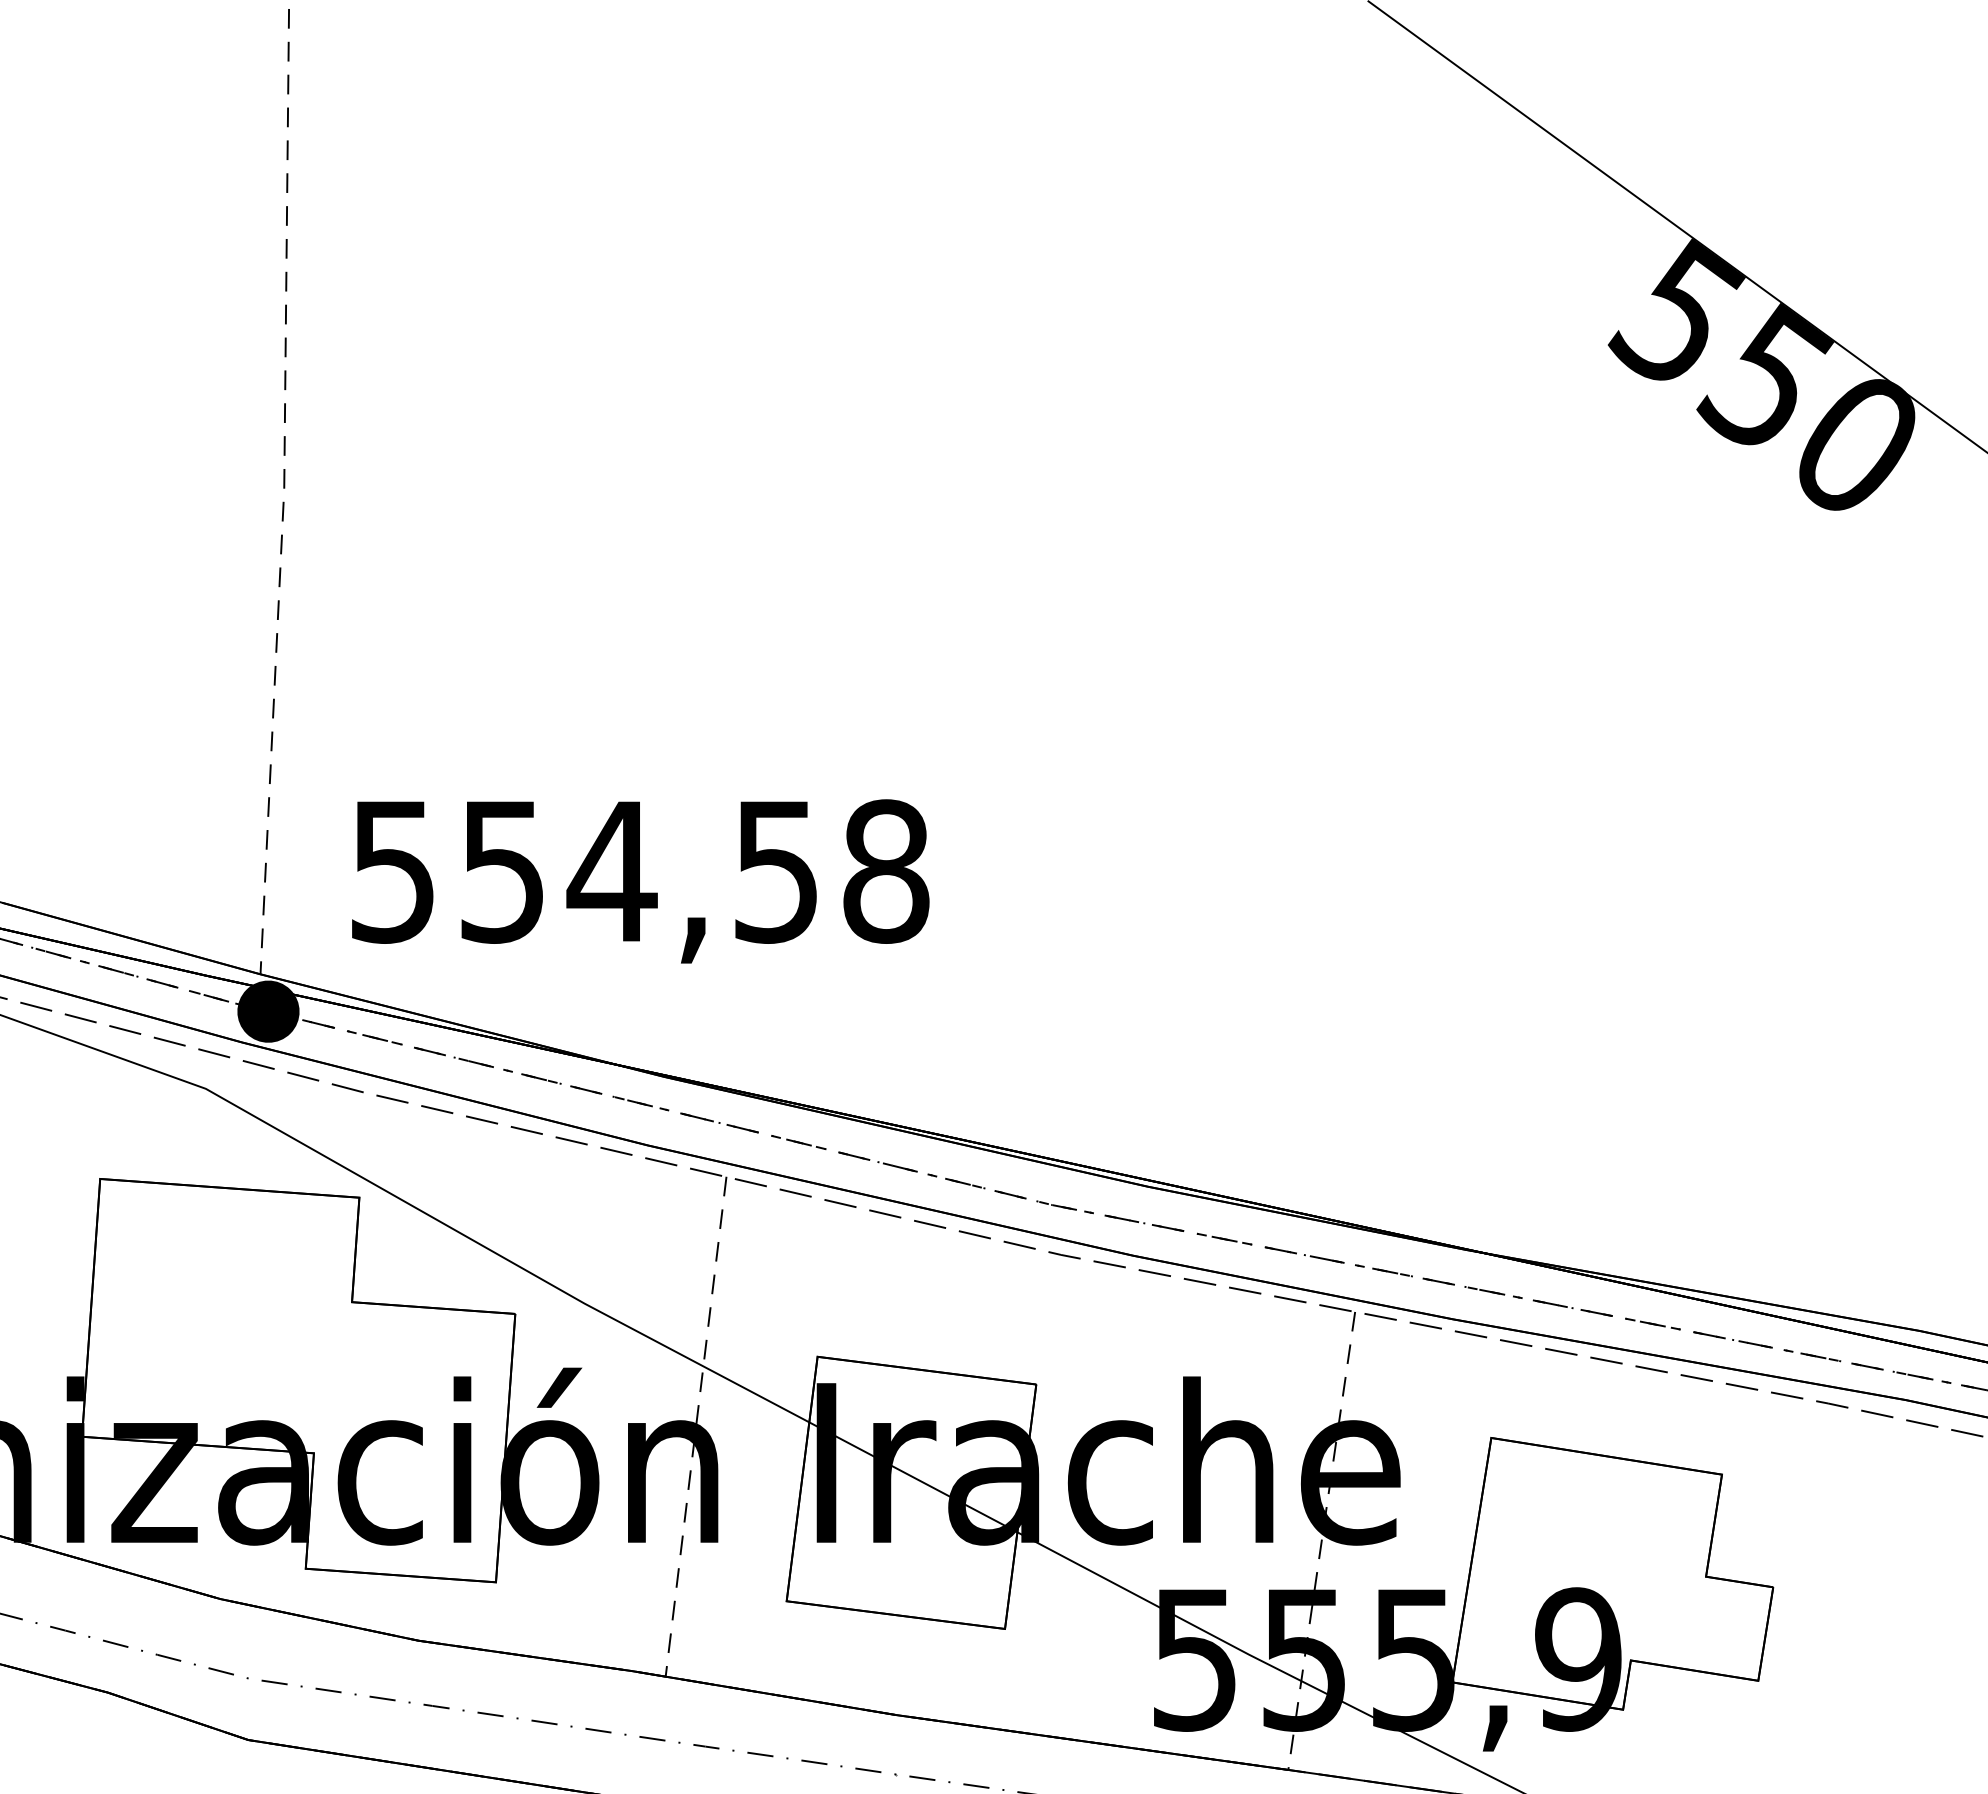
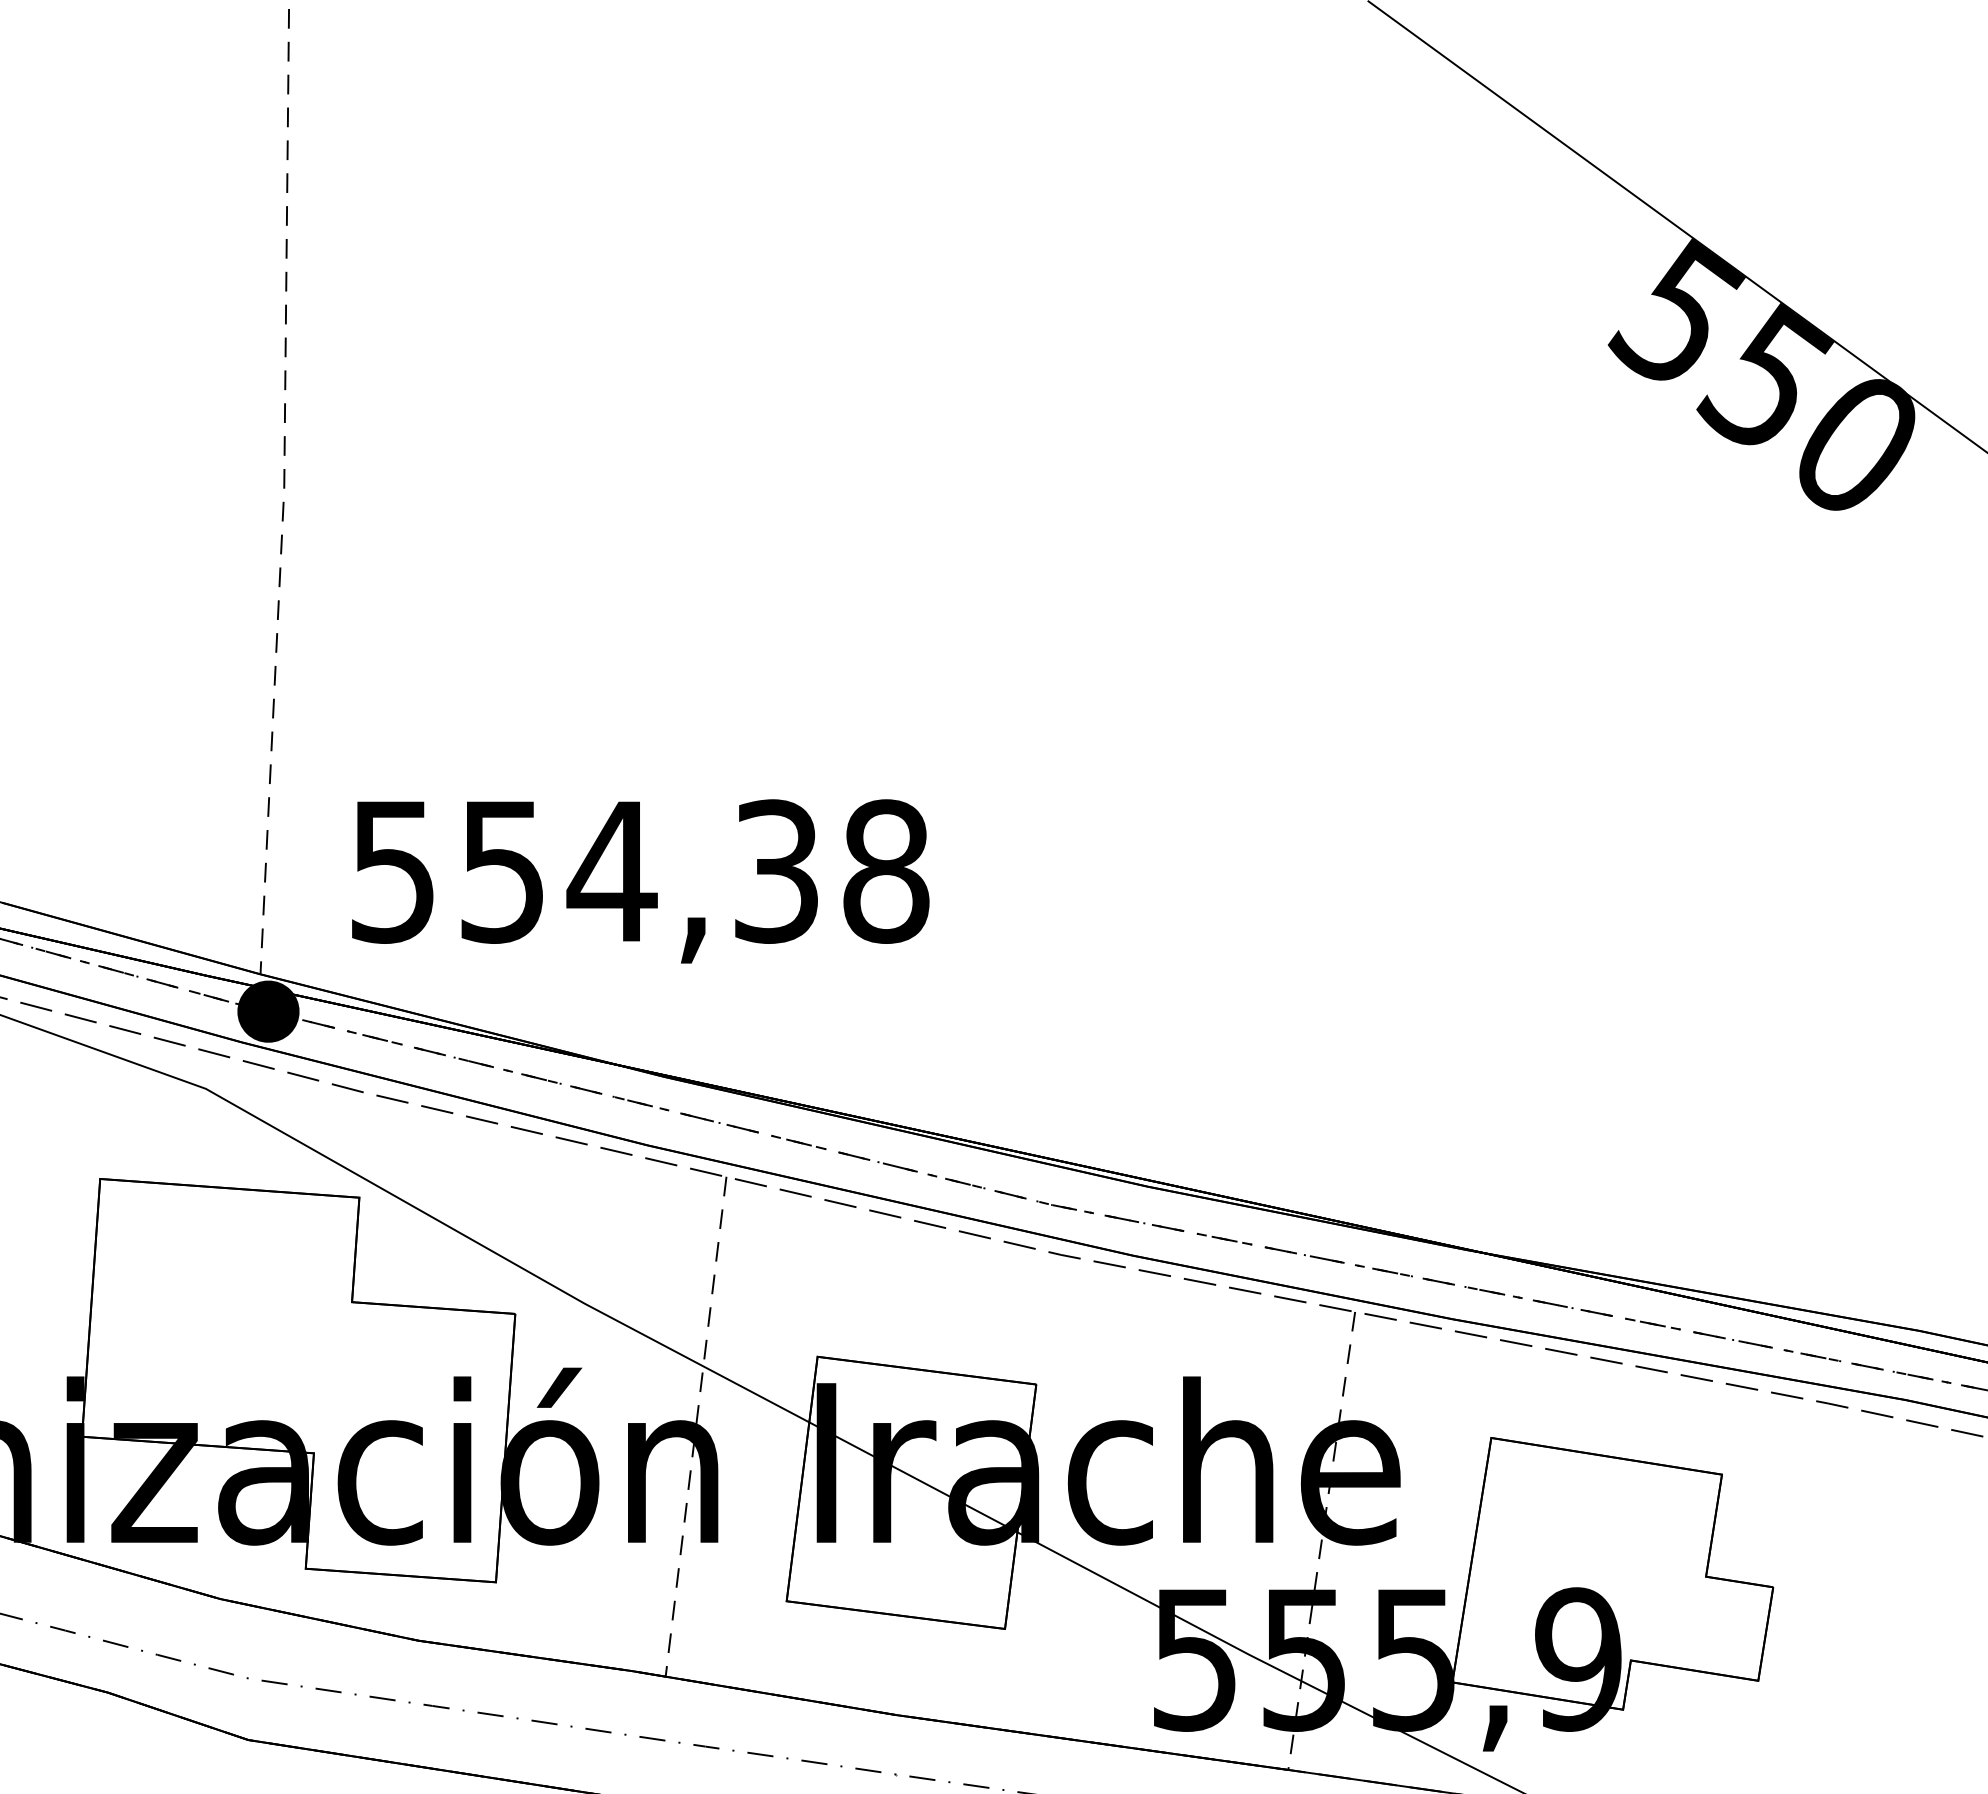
text at (776, 871): 554,58 -> 554,38
